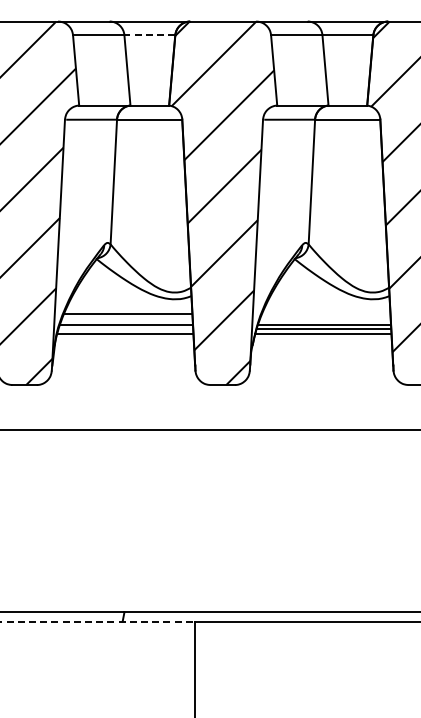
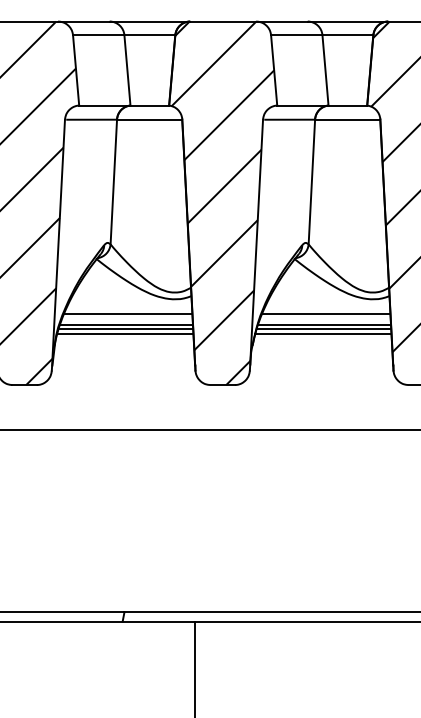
line at (149, 35): dashed -> solid
line at (325, 314): none -> present
line at (125, 328): none -> present
line at (97, 621): dashed -> solid
